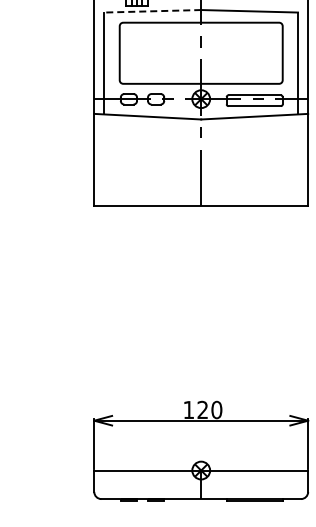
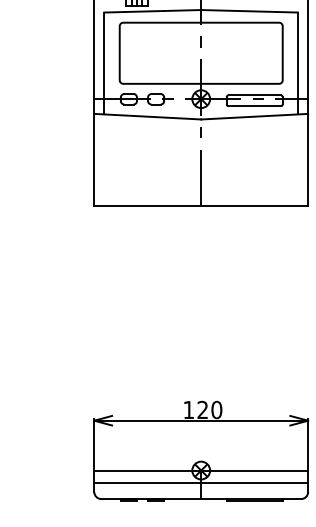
line at (152, 11): dashed -> solid
line at (201, 483): none -> present
